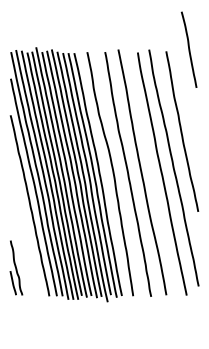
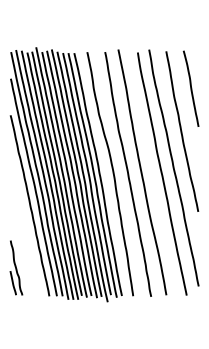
curve at (188, 49) position: (188, 49) -> (190, 88)
